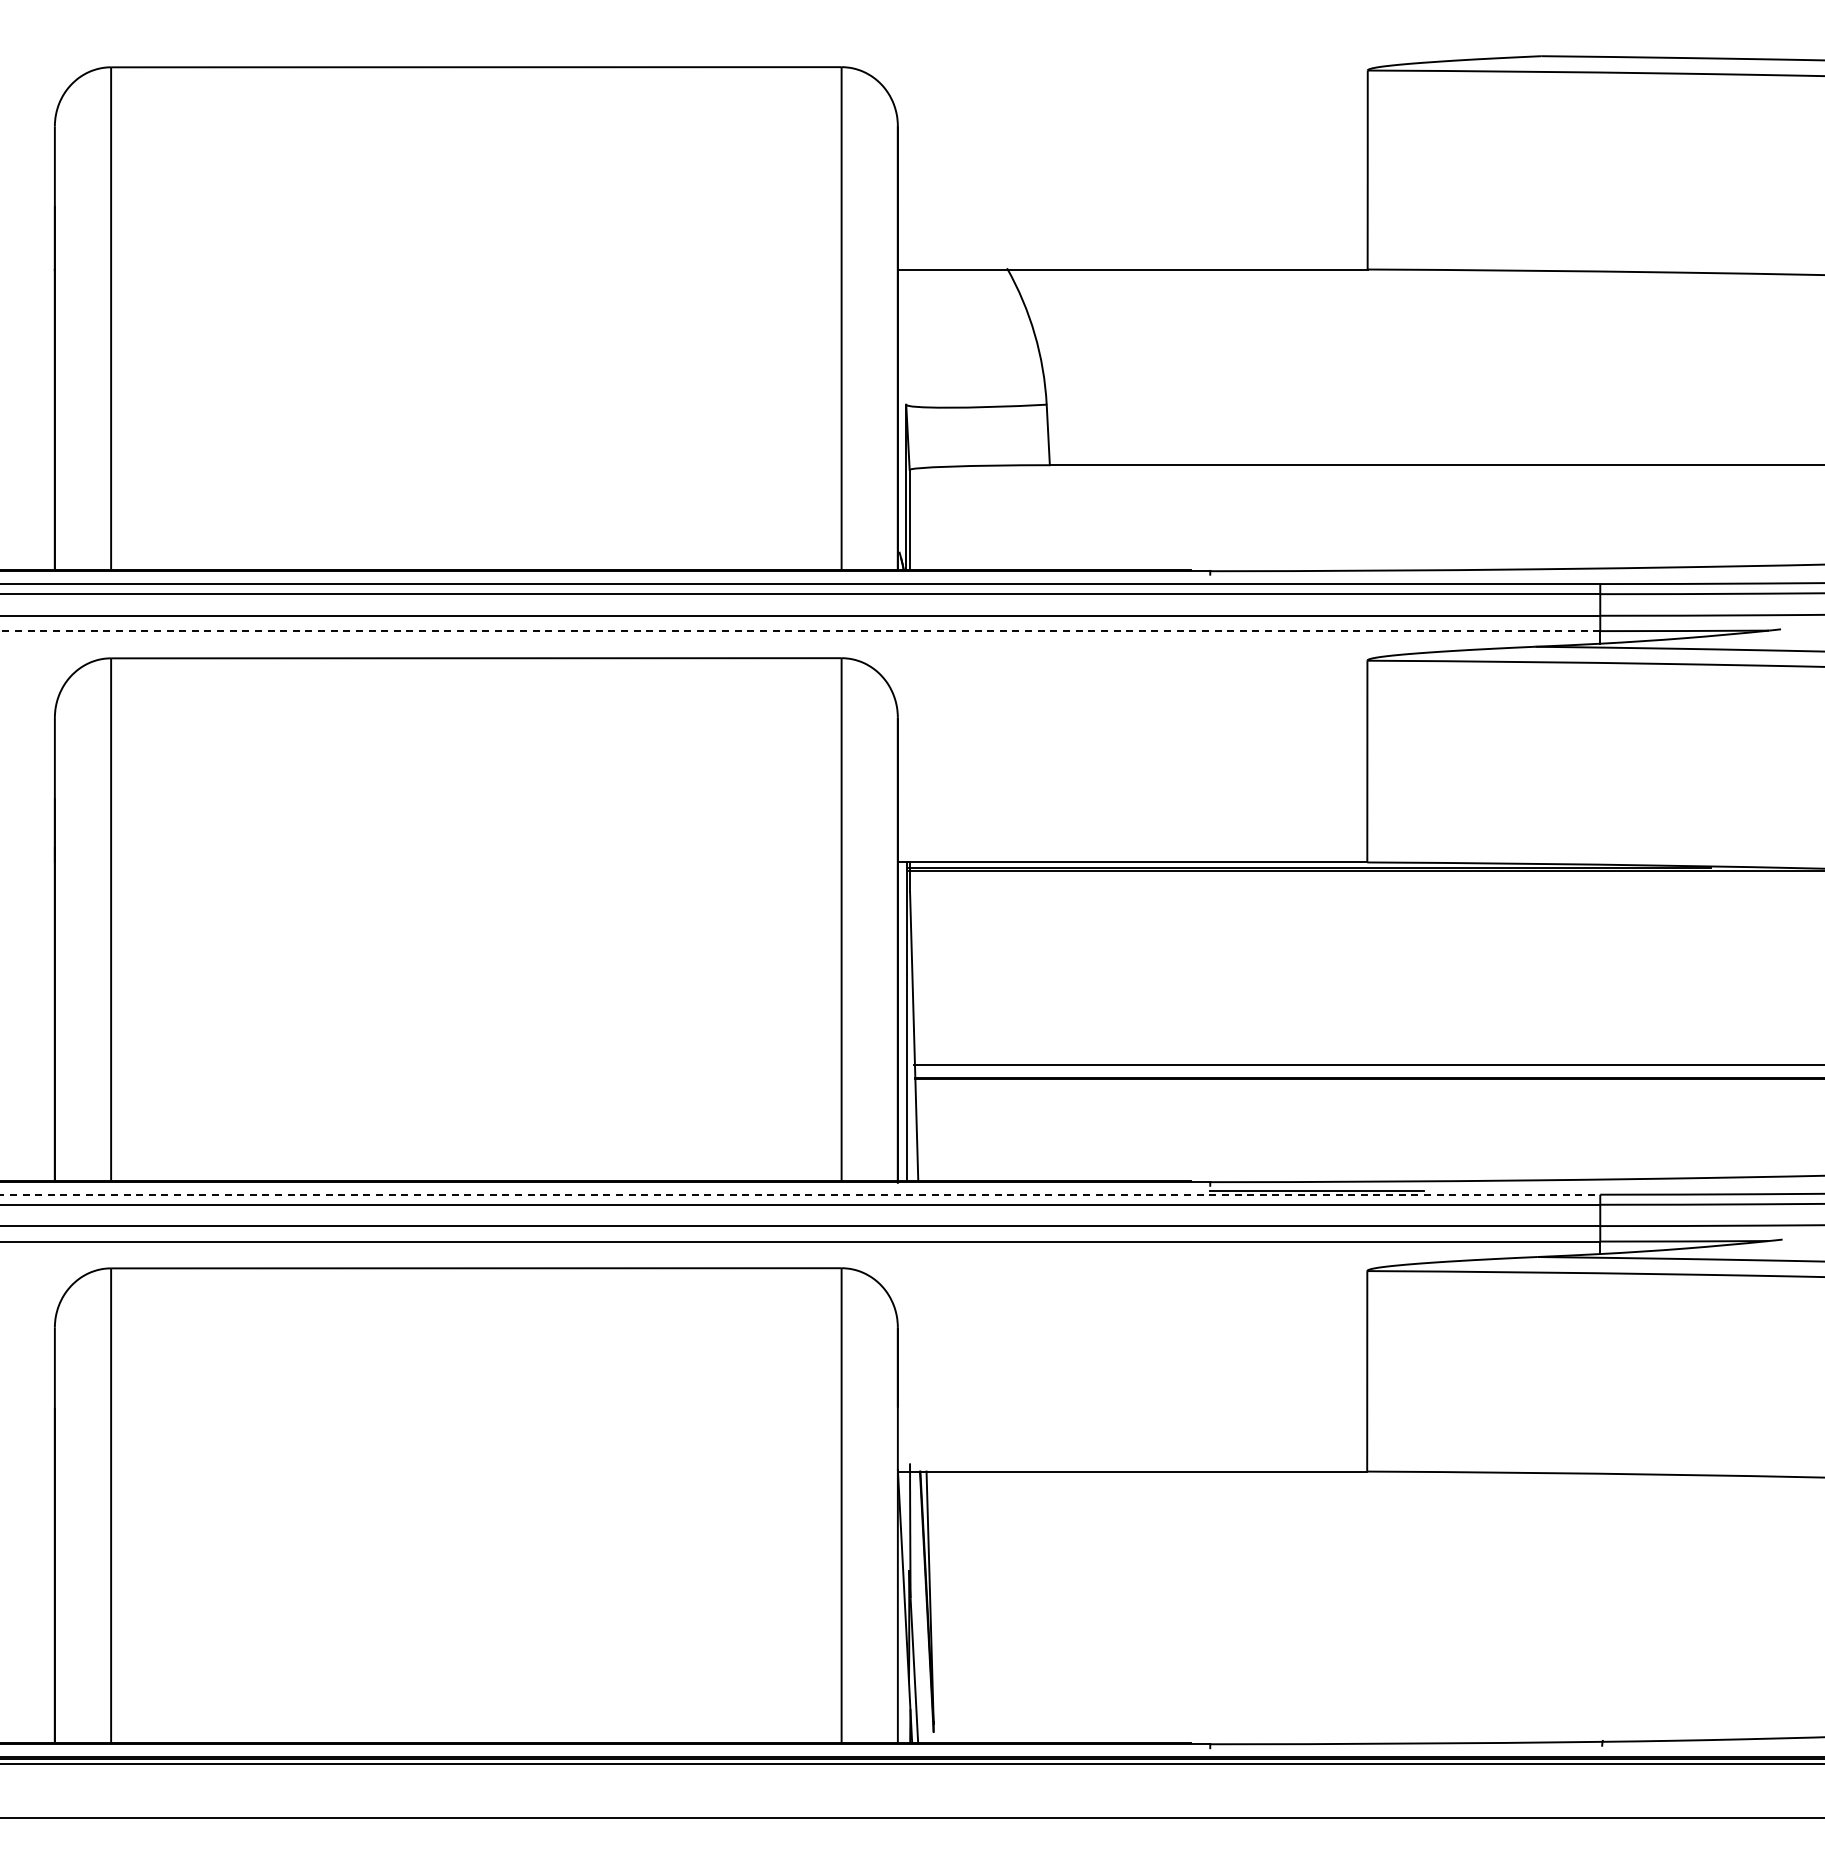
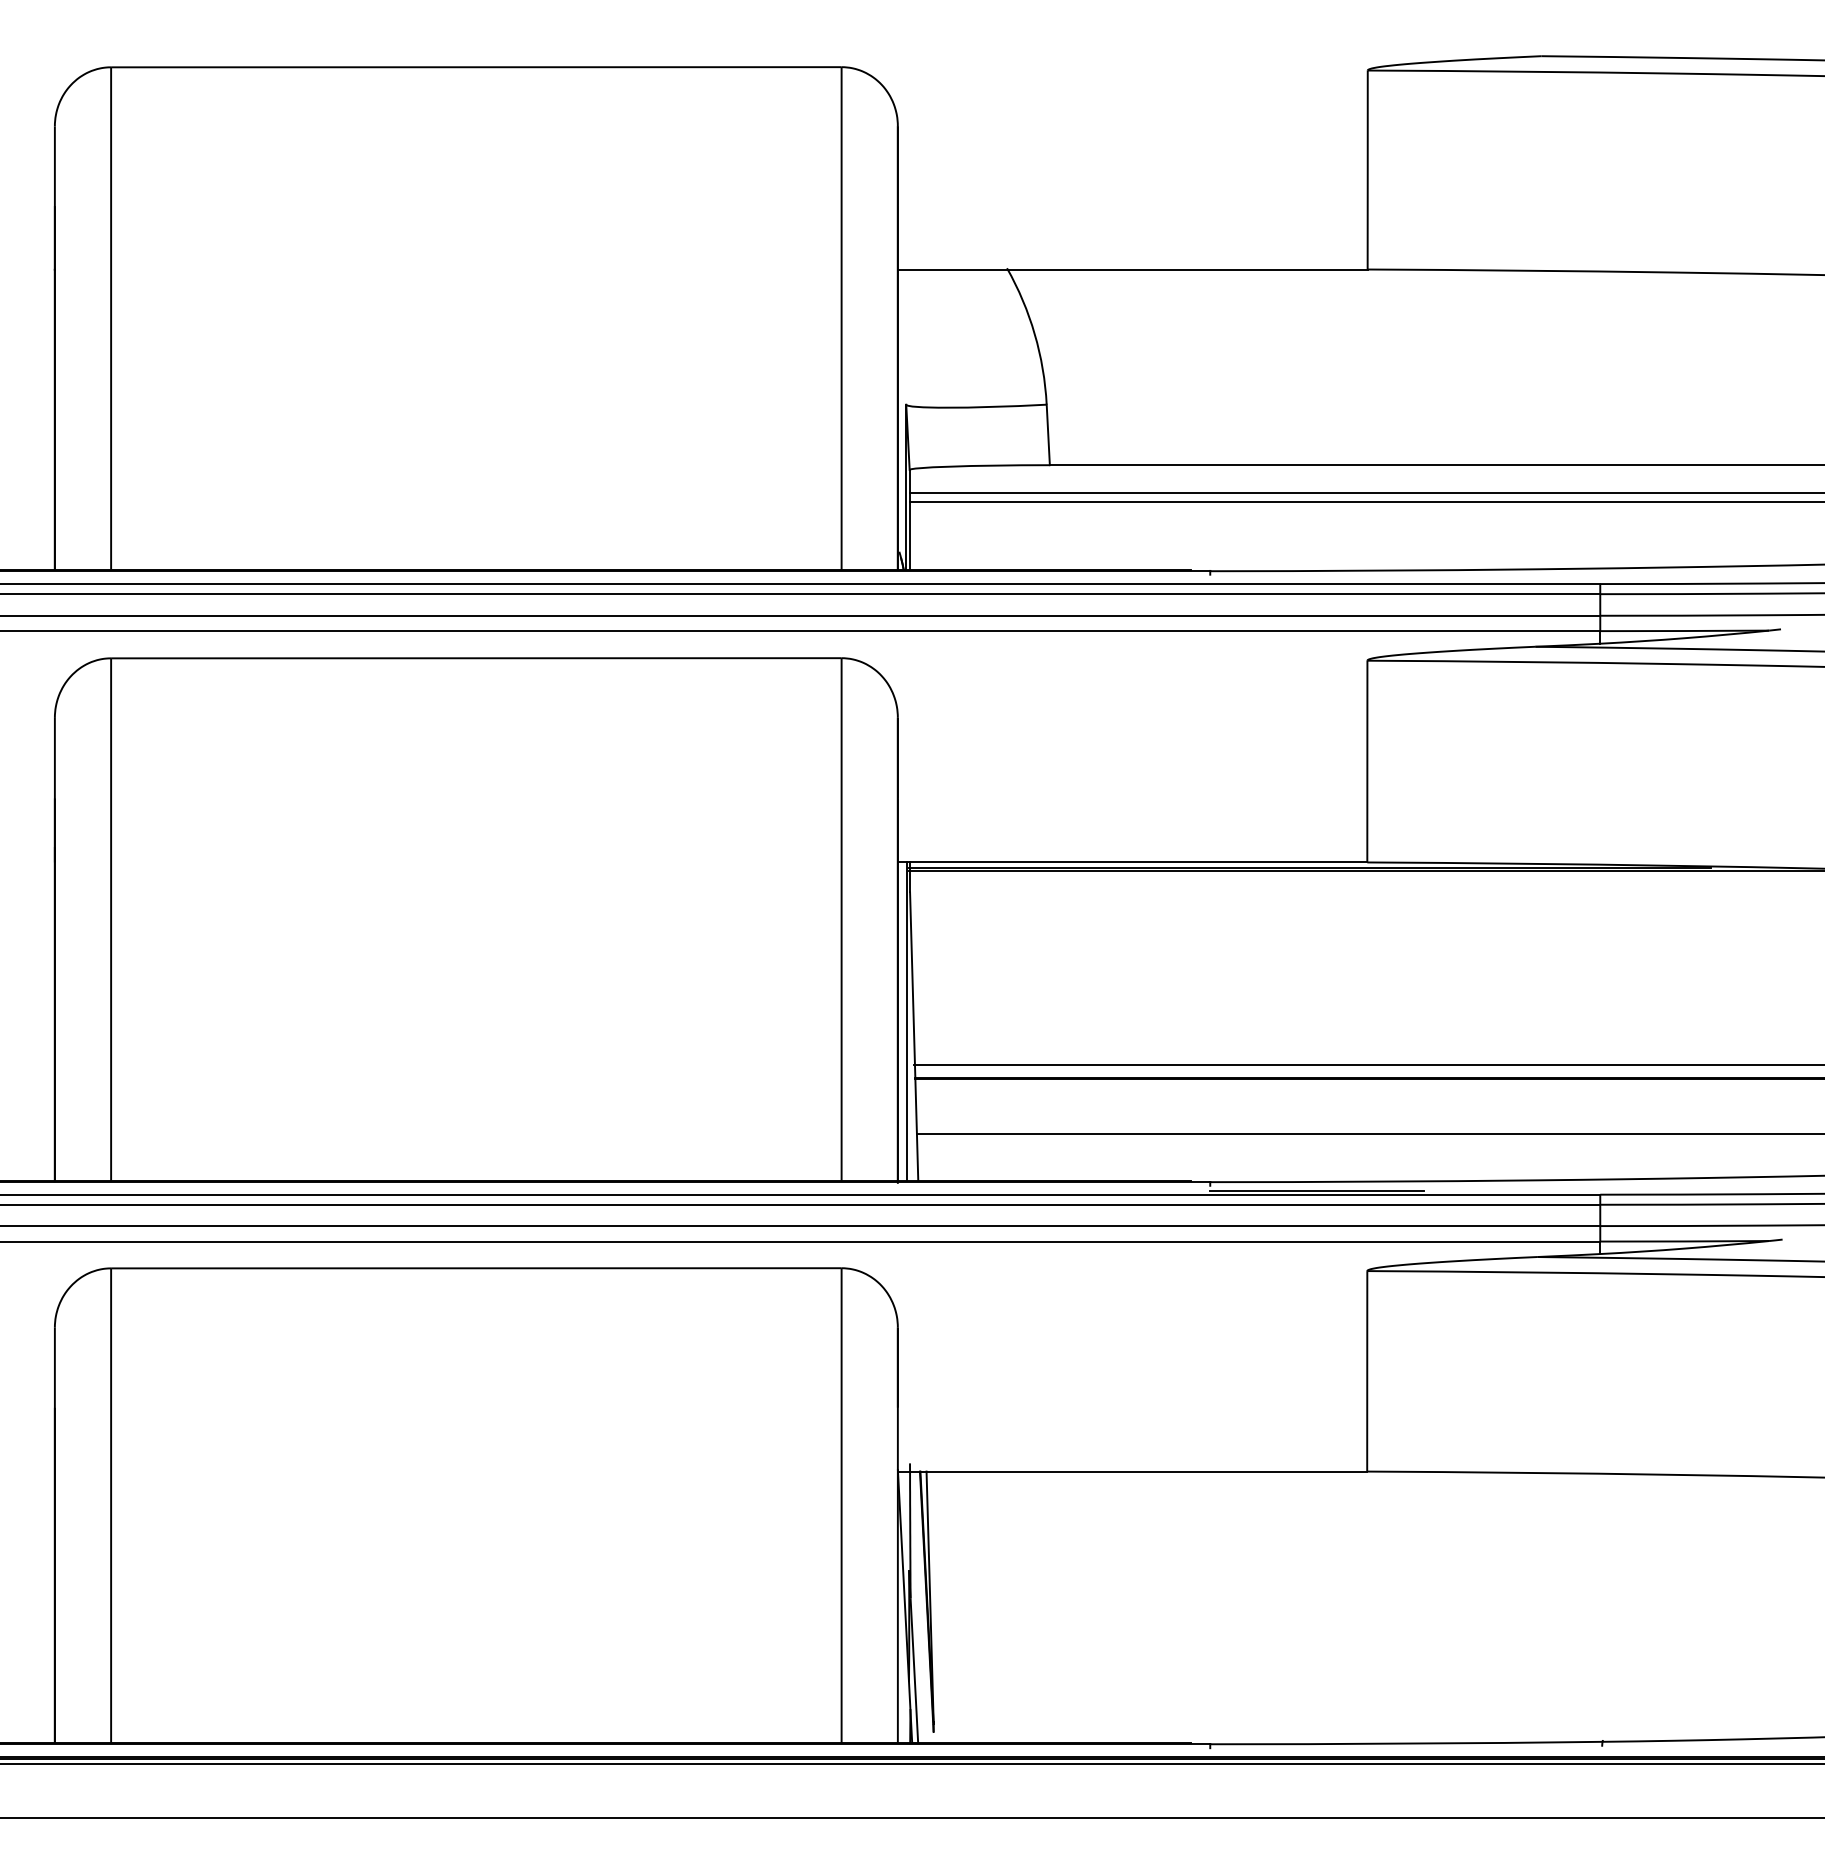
line at (1365, 493): none -> present
line at (1365, 501): none -> present
line at (800, 631): dashed -> solid
line at (1368, 1133): none -> present
line at (800, 1194): dashed -> solid
